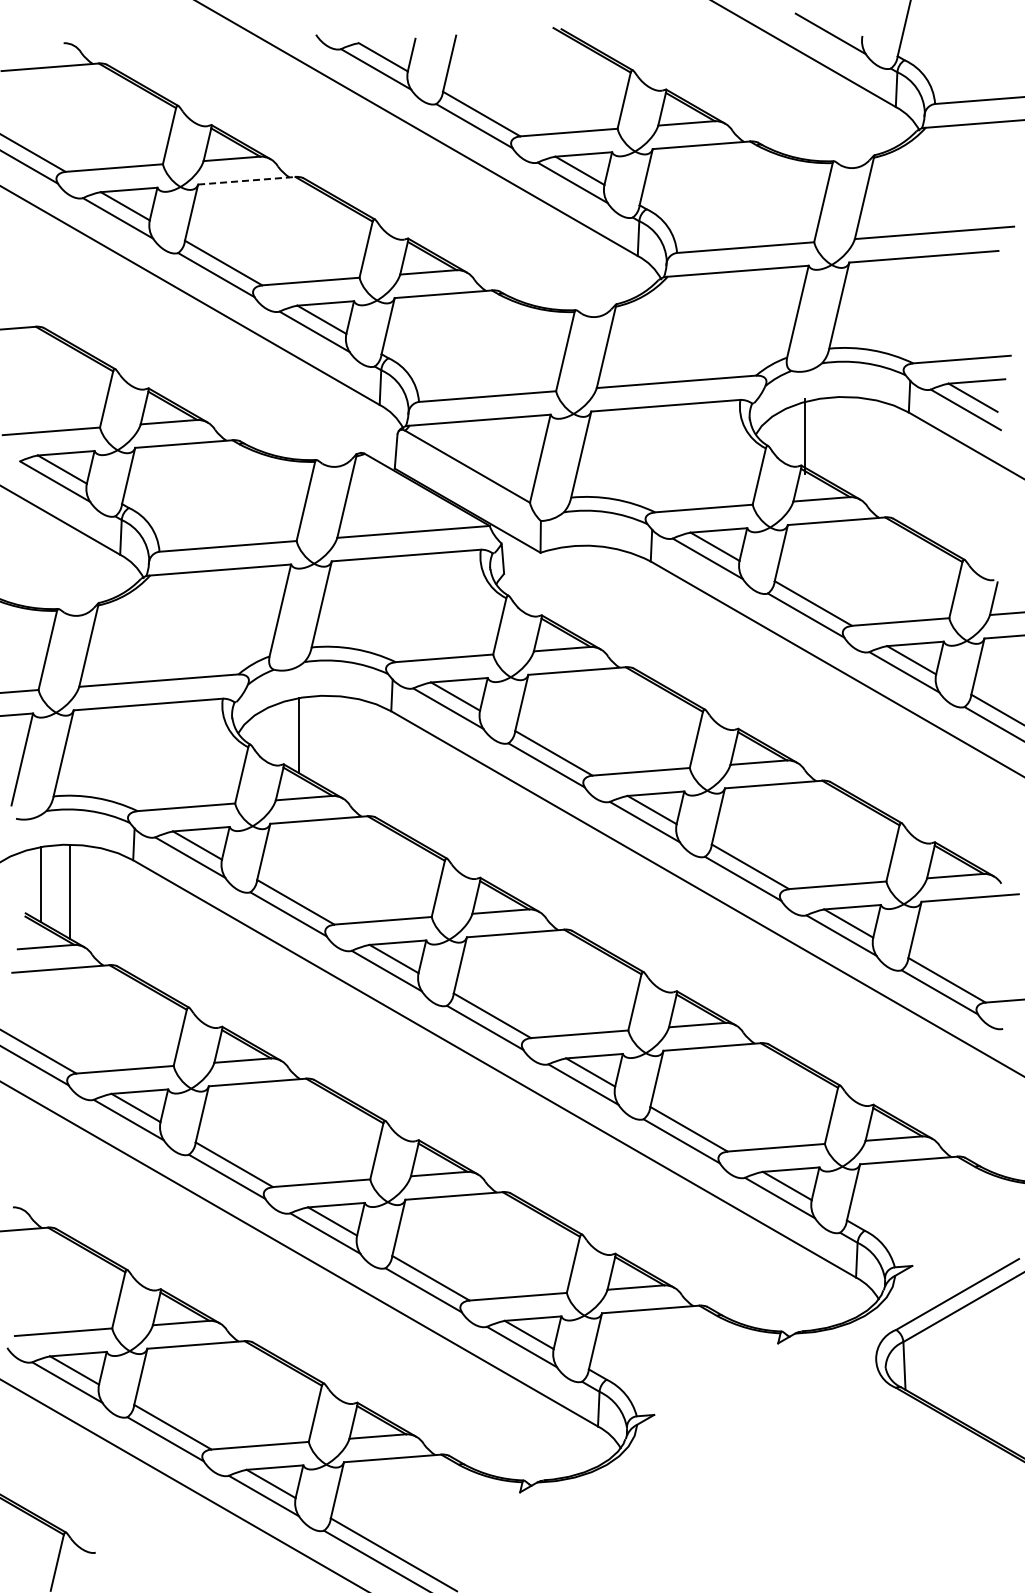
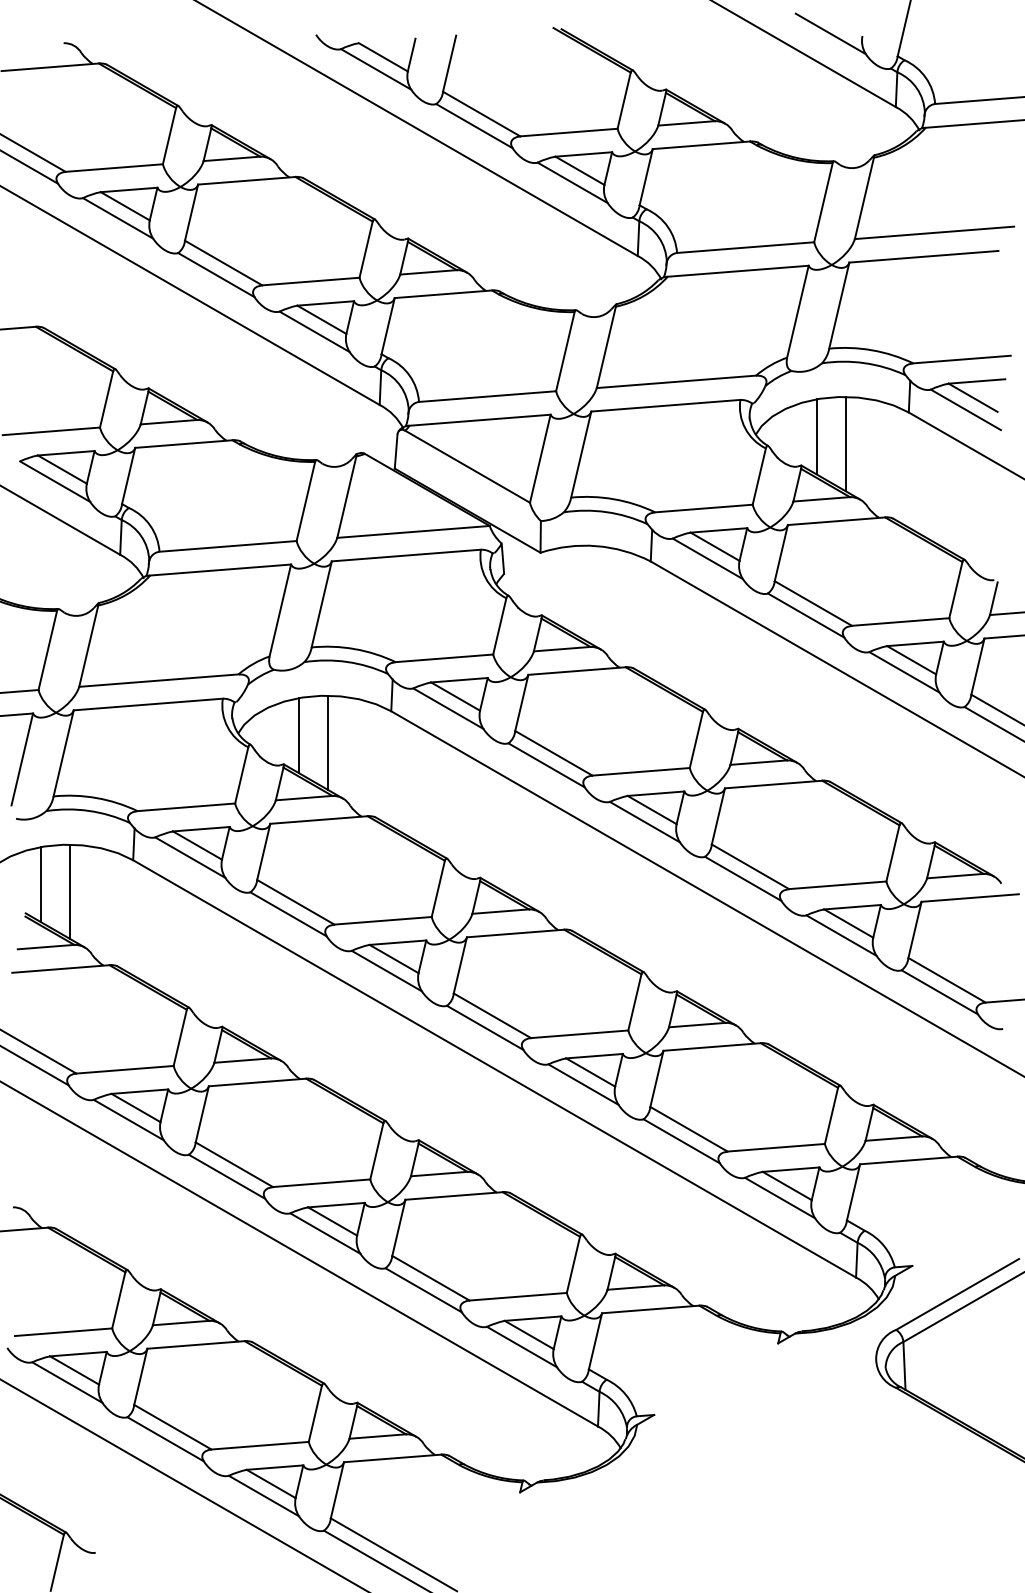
line at (246, 180): dashed -> solid
line at (804, 436) position: (804, 436) -> (816, 436)
line at (845, 443): none -> present
line at (327, 742): none -> present
